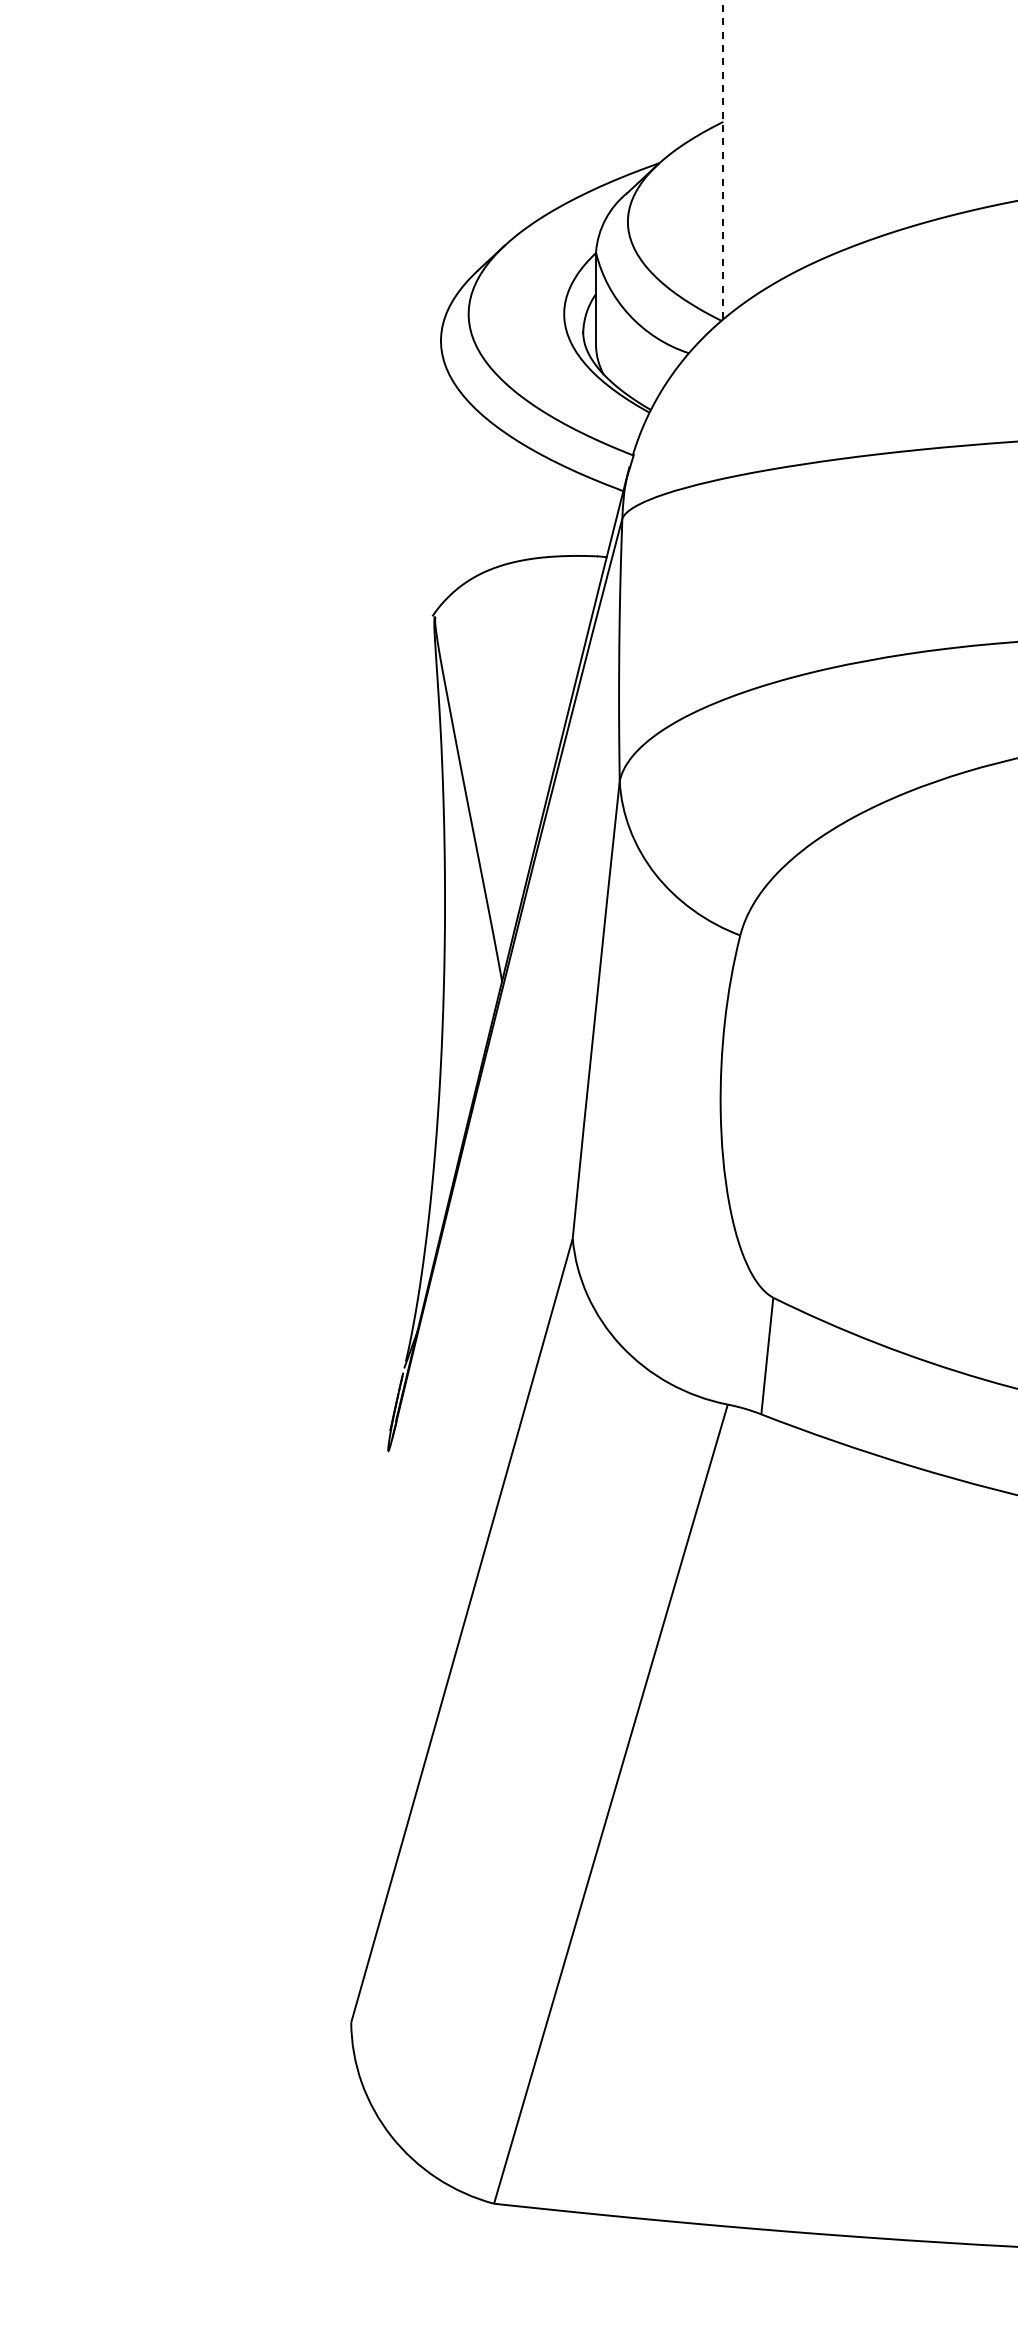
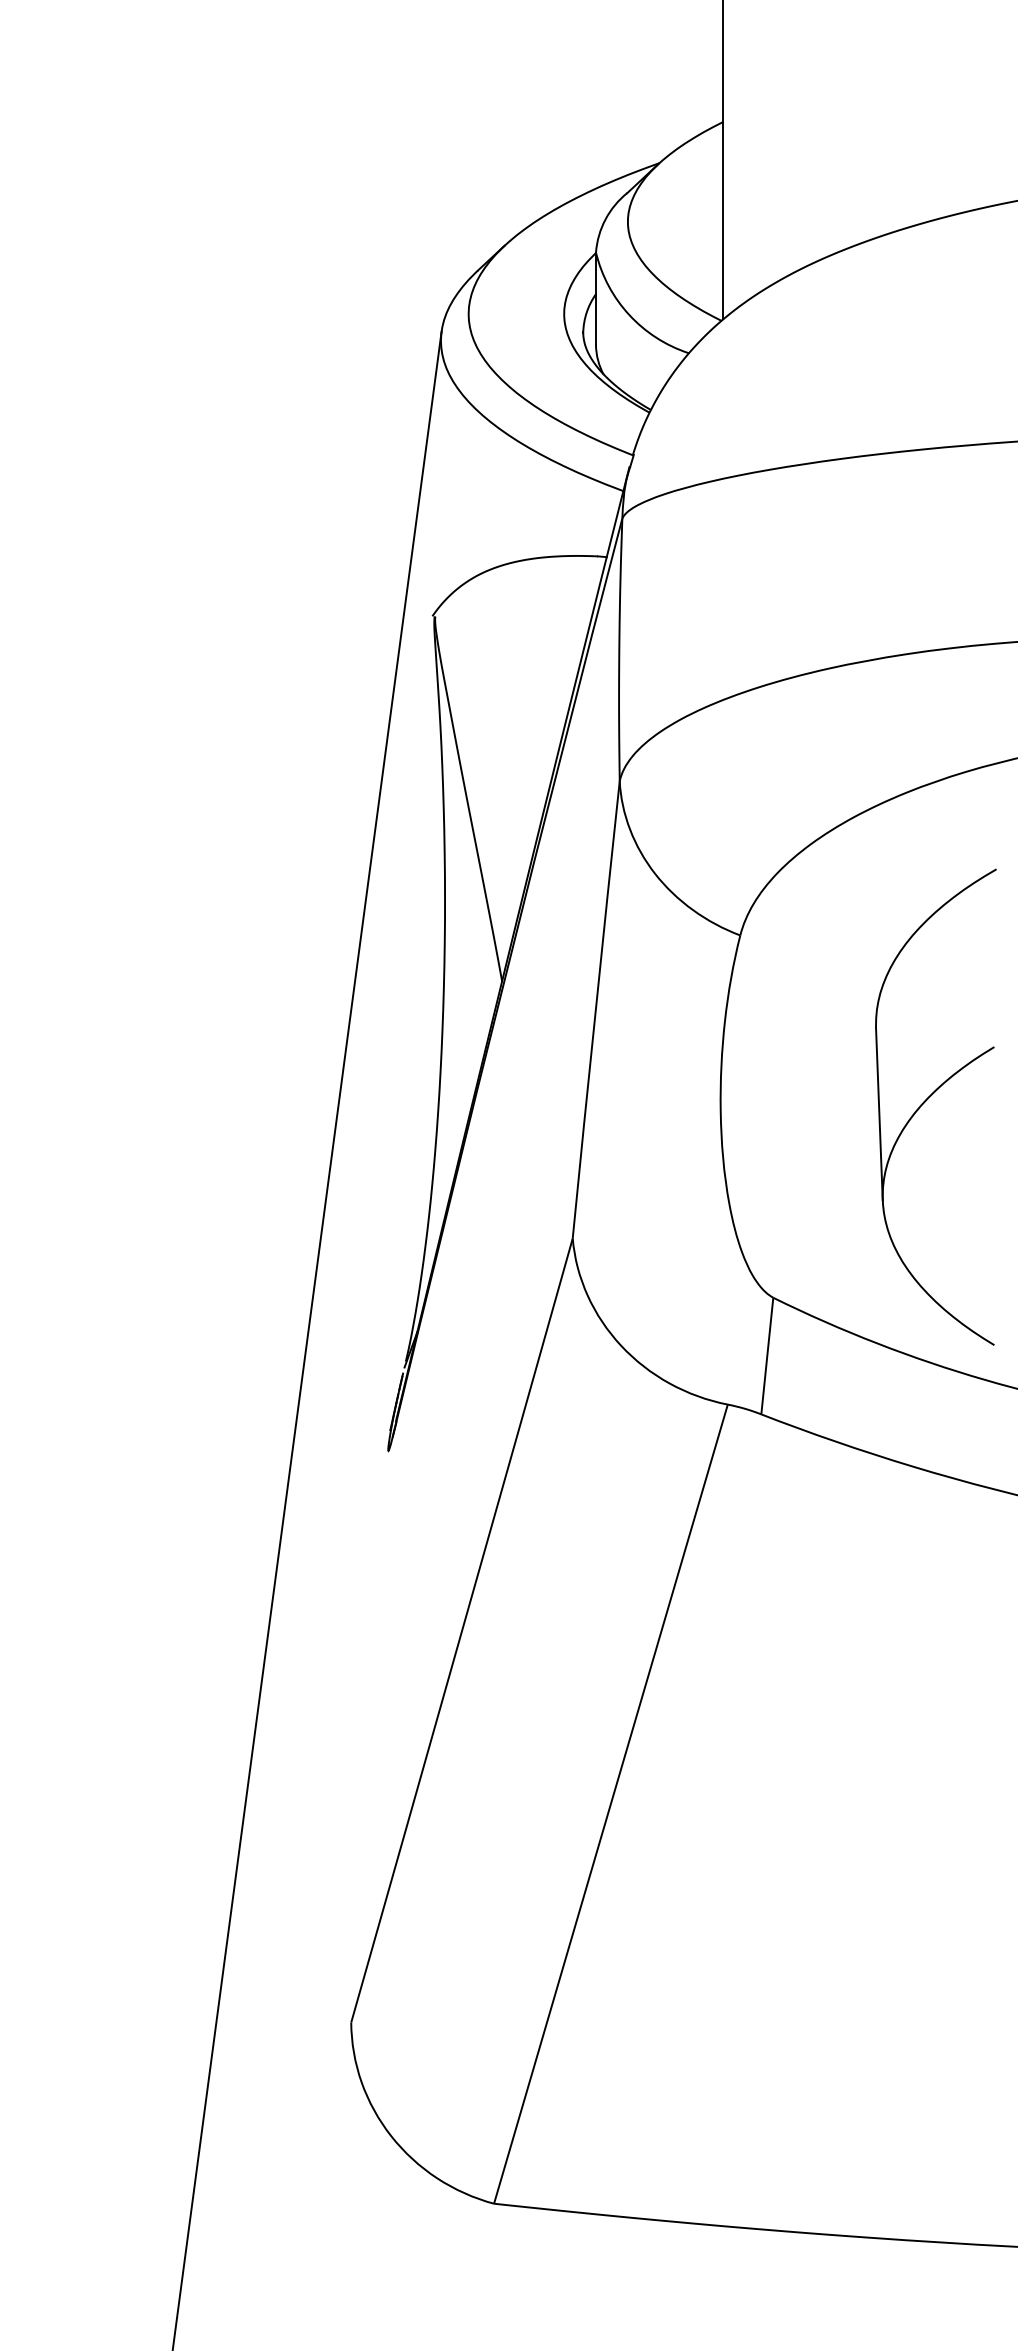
line at (723, 159): dashed -> solid
part at (928, 1099): none -> present
line at (307, 1339): none -> present
